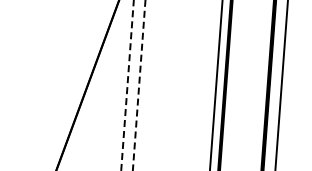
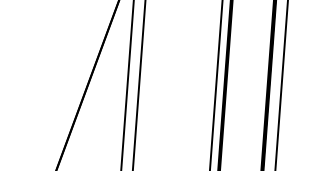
line at (127, 85): dashed -> solid
line at (139, 85): dashed -> solid
